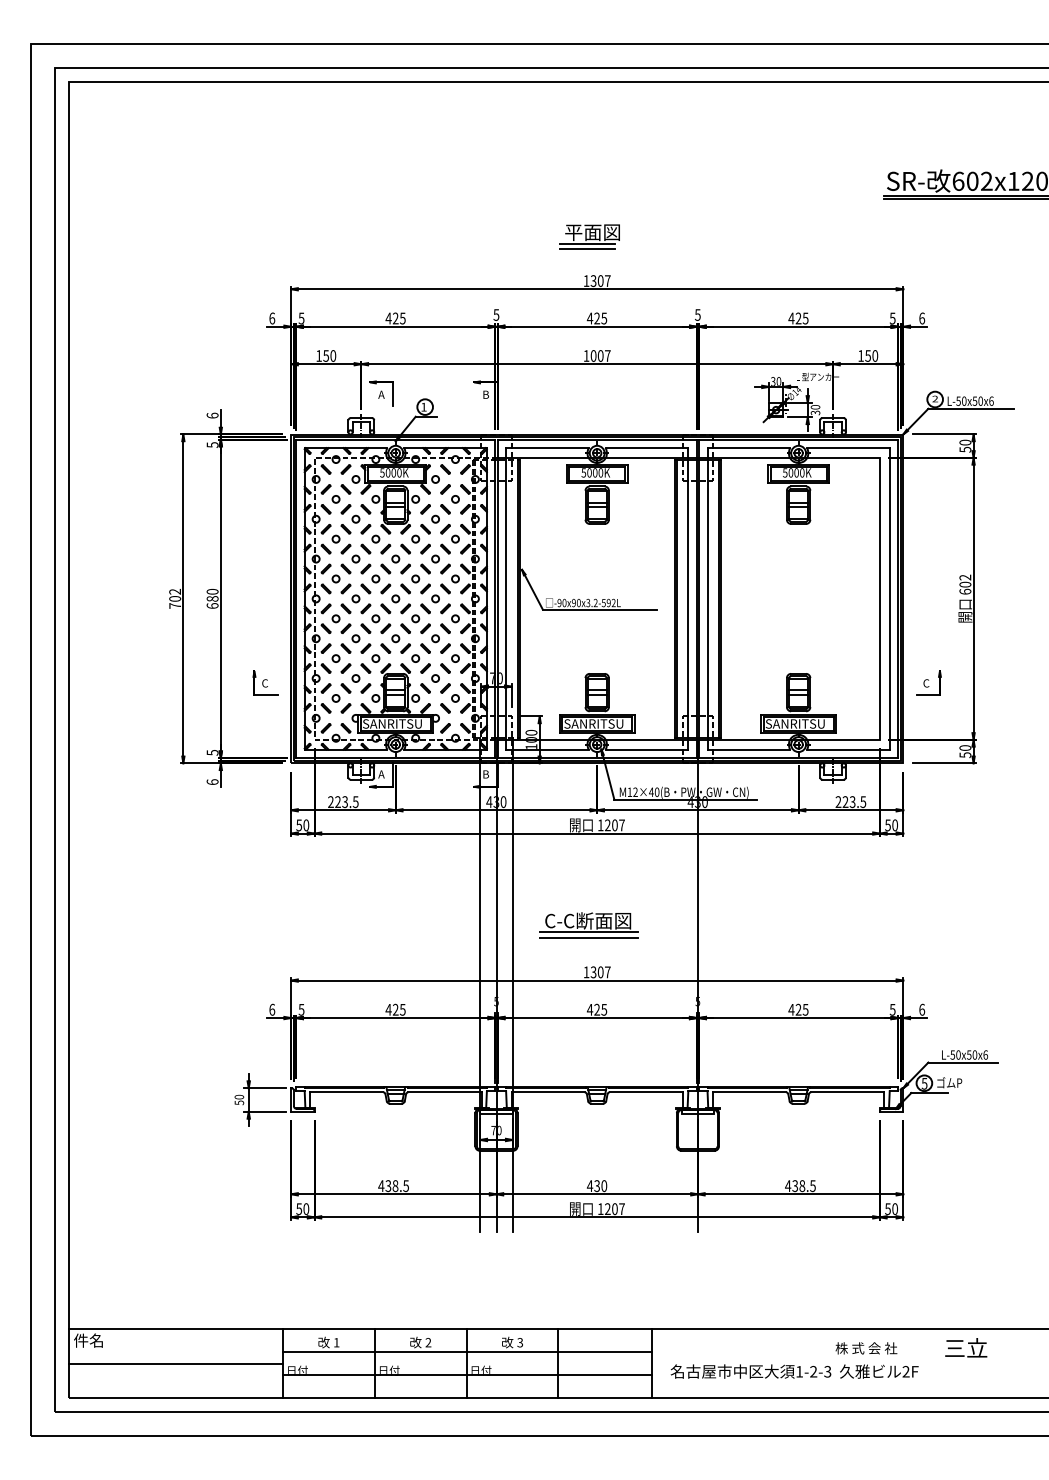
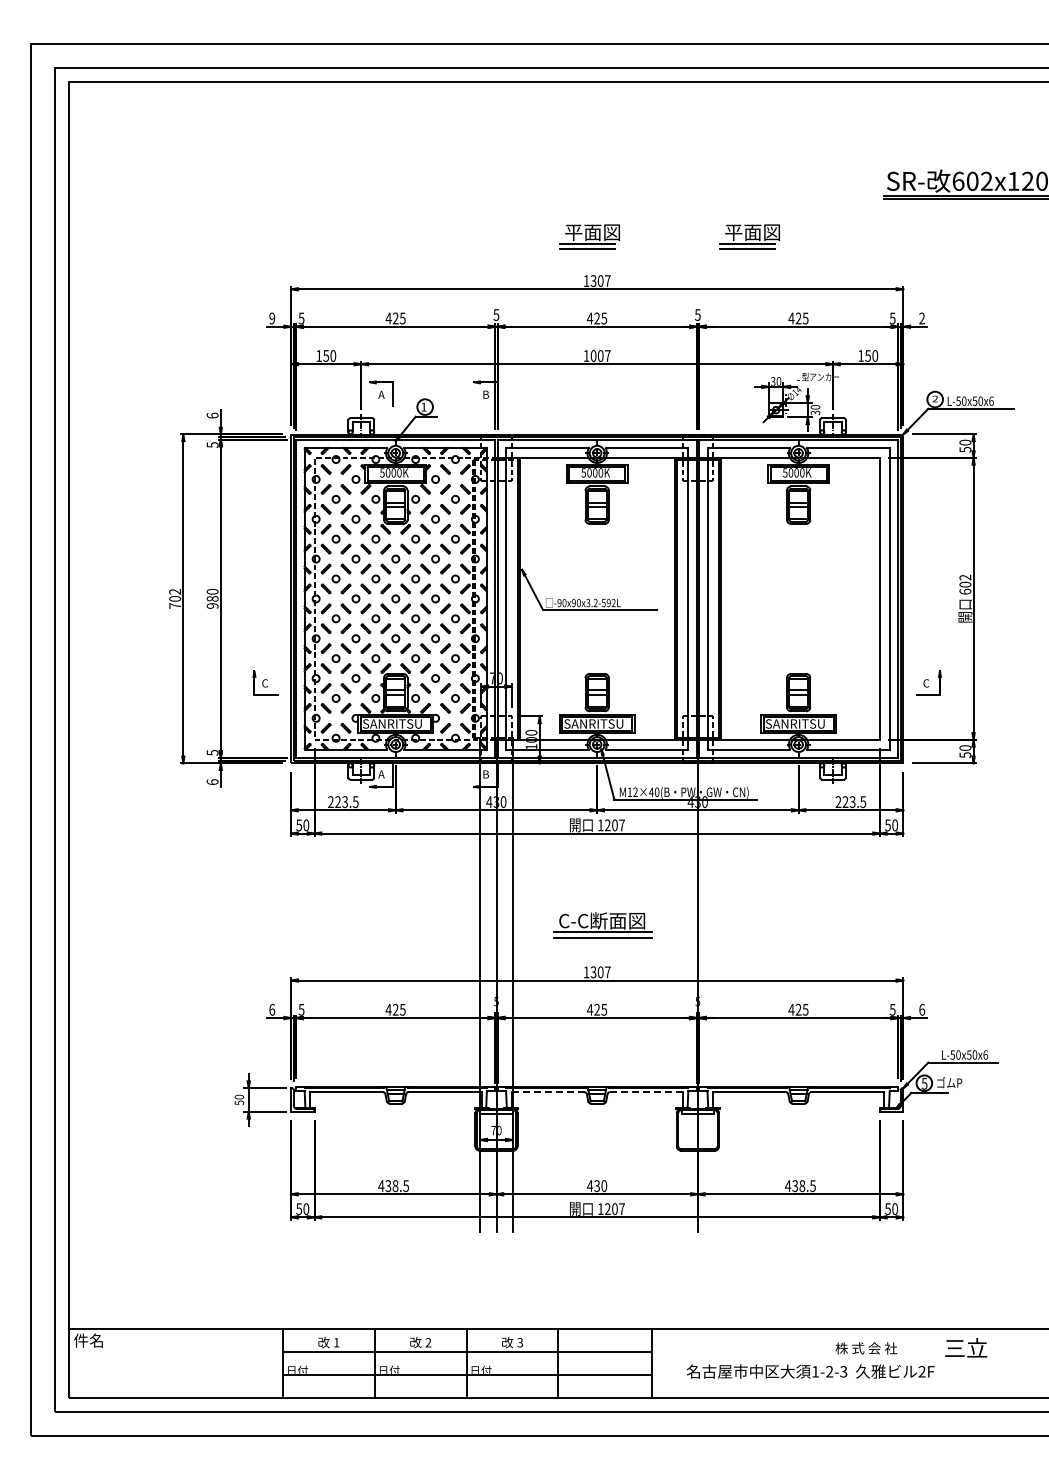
part at (749, 236): none -> present
text at (272, 318): 6 -> 9
text at (922, 318): 6 -> 2
text at (212, 605): 680 -> 980
part at (588, 925) position: (588, 925) -> (602, 925)
line at (548, 1092): solid -> dashed
line at (646, 1092): solid -> dashed
line at (175, 1363): present -> none
text at (794, 1371) position: (794, 1371) -> (810, 1371)
